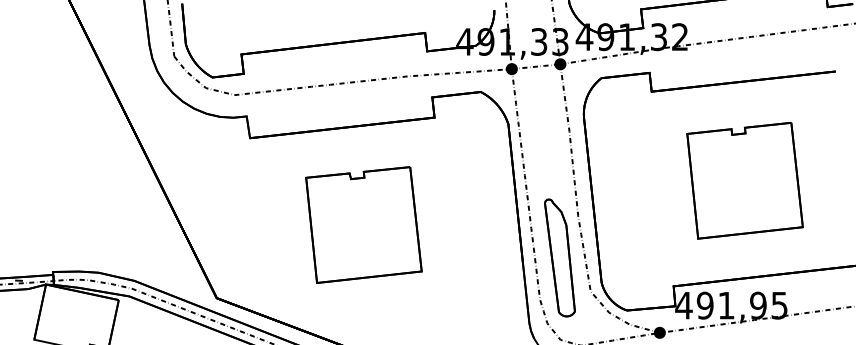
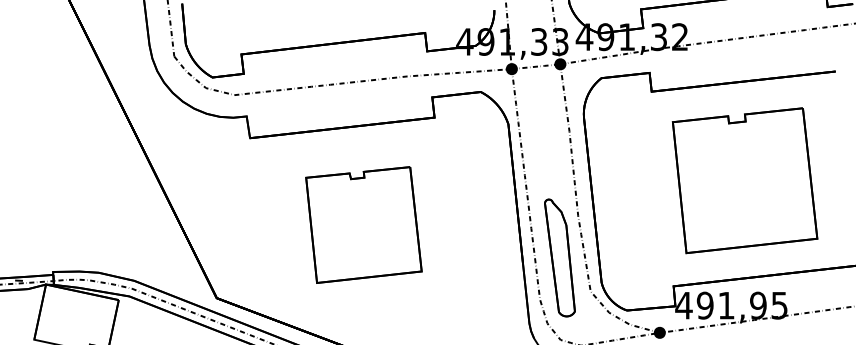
part at (744, 180) size: 118x118 px -> 148x148 px
